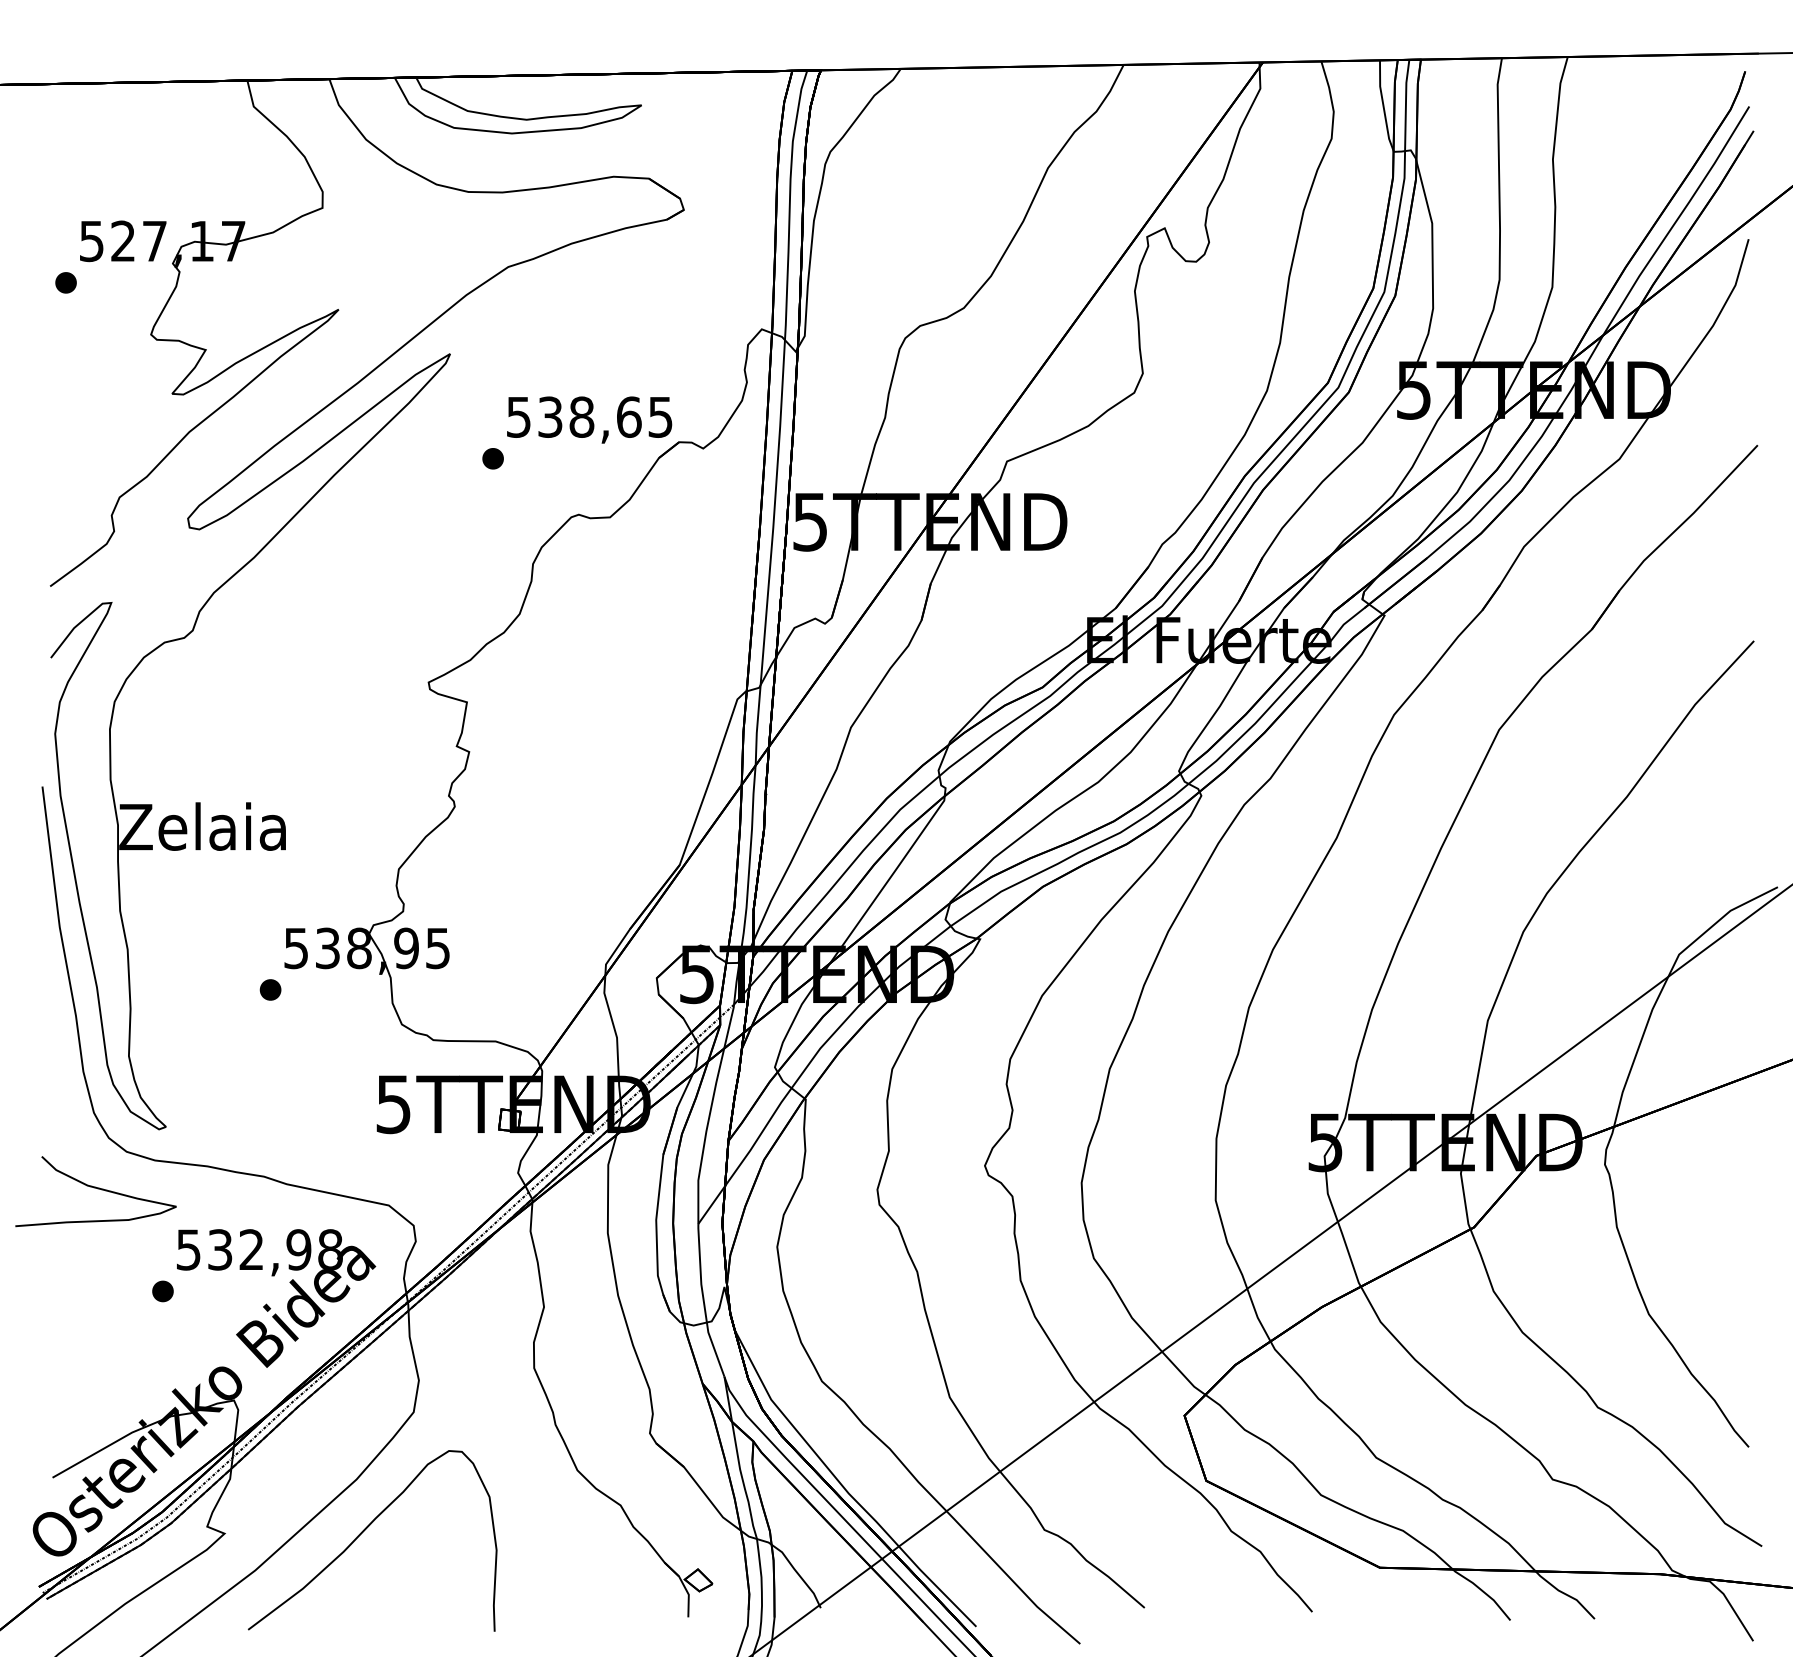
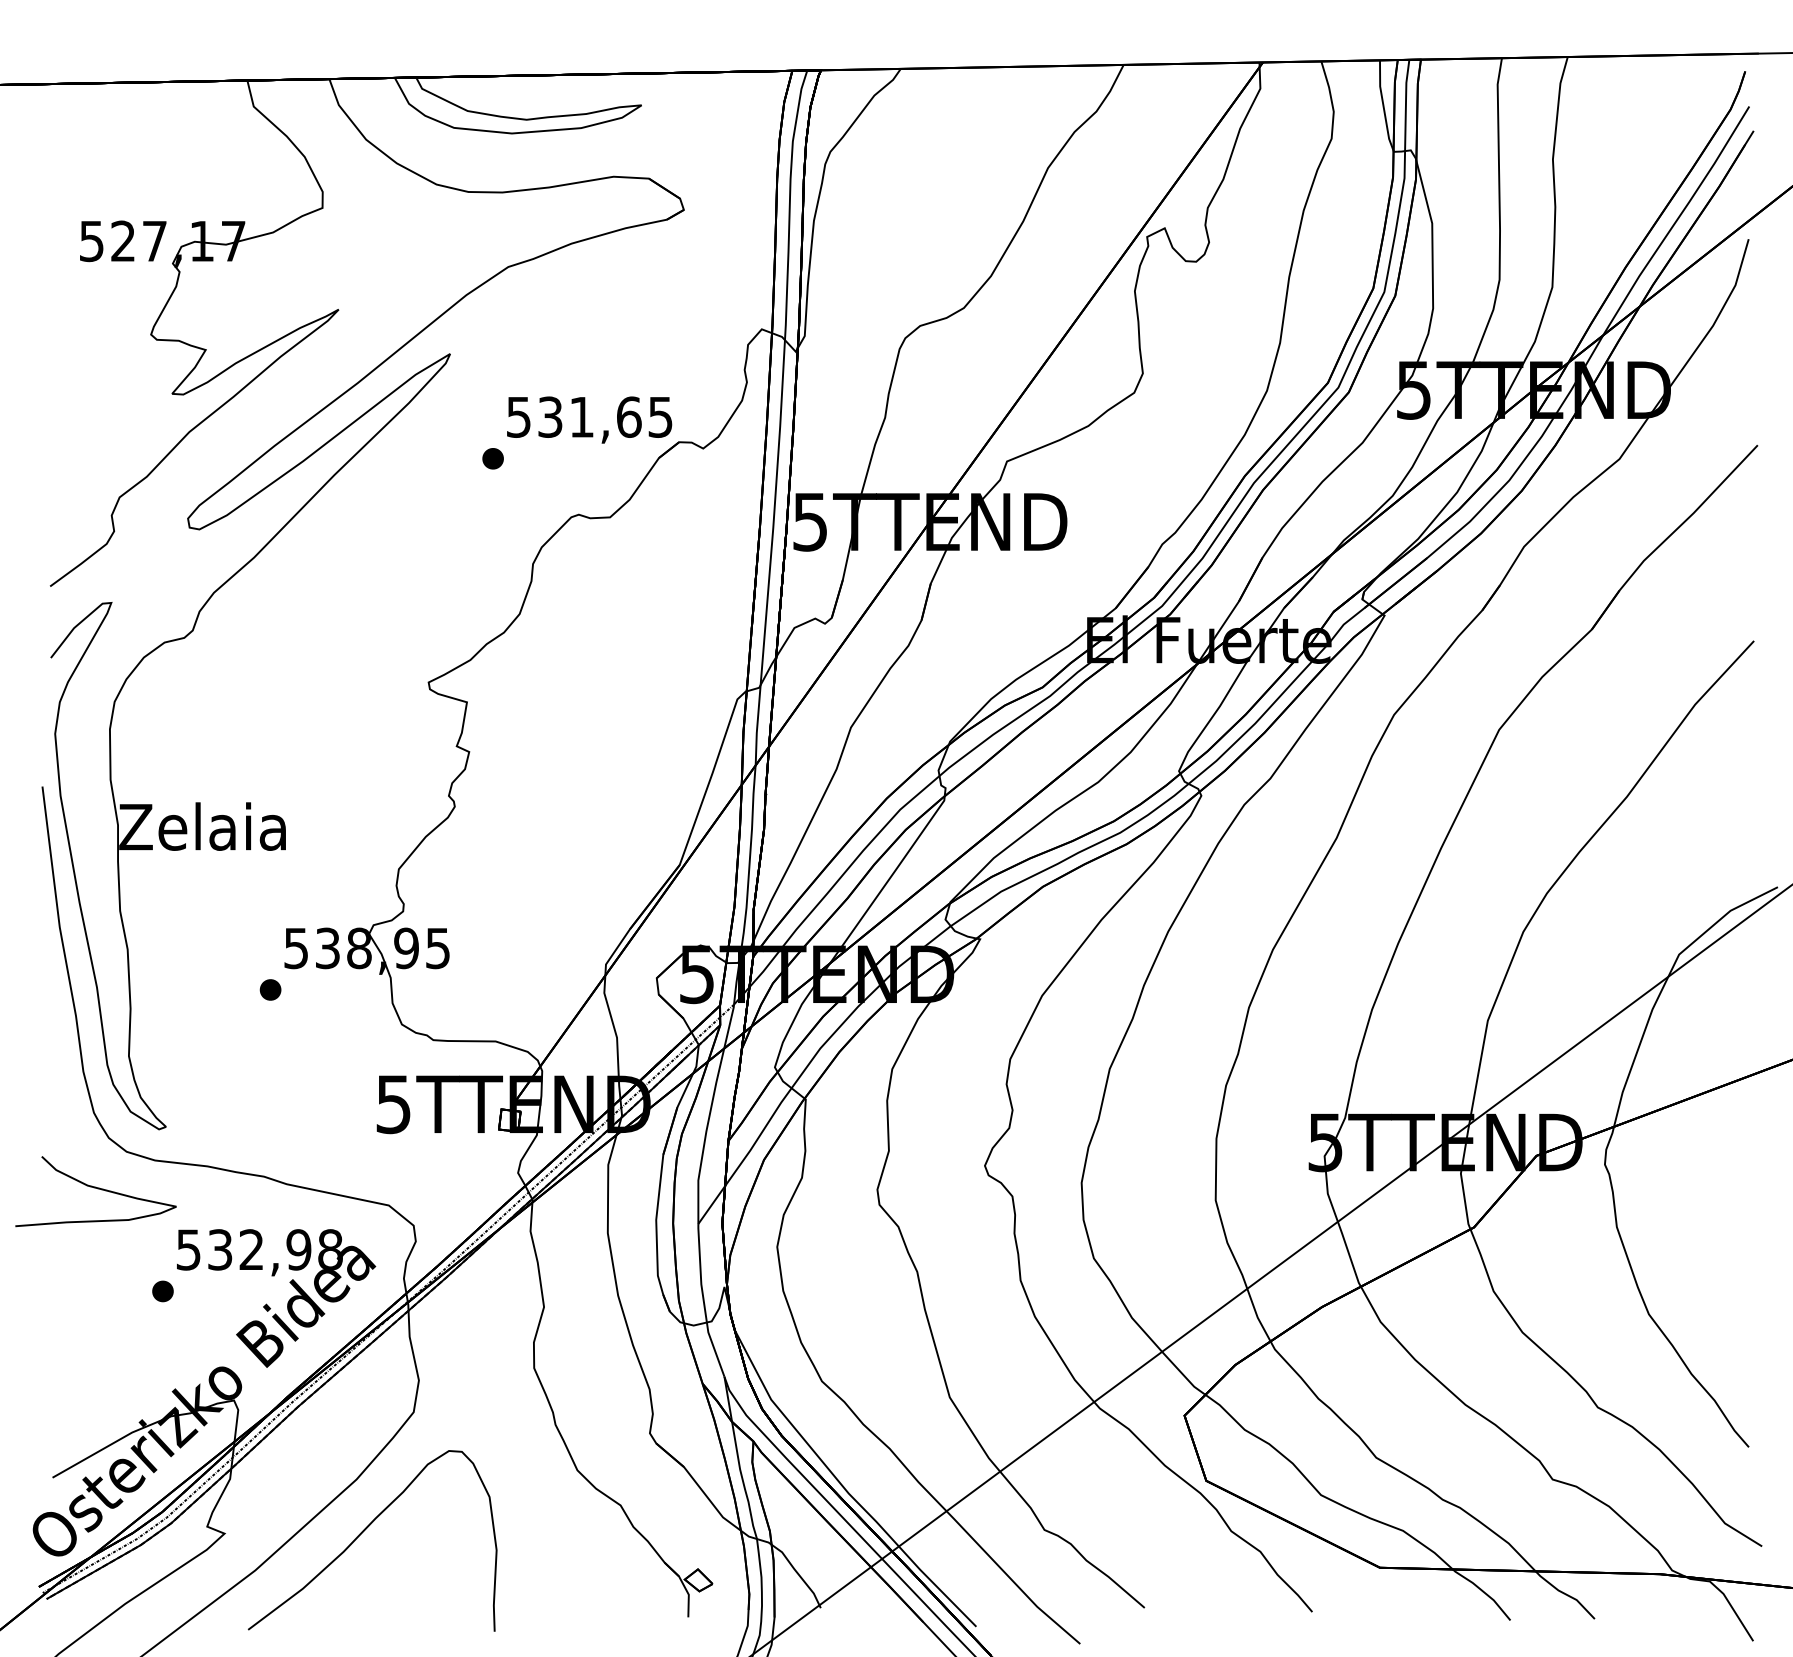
part at (65, 282): present -> none
text at (581, 416): 538,65 -> 531,65
